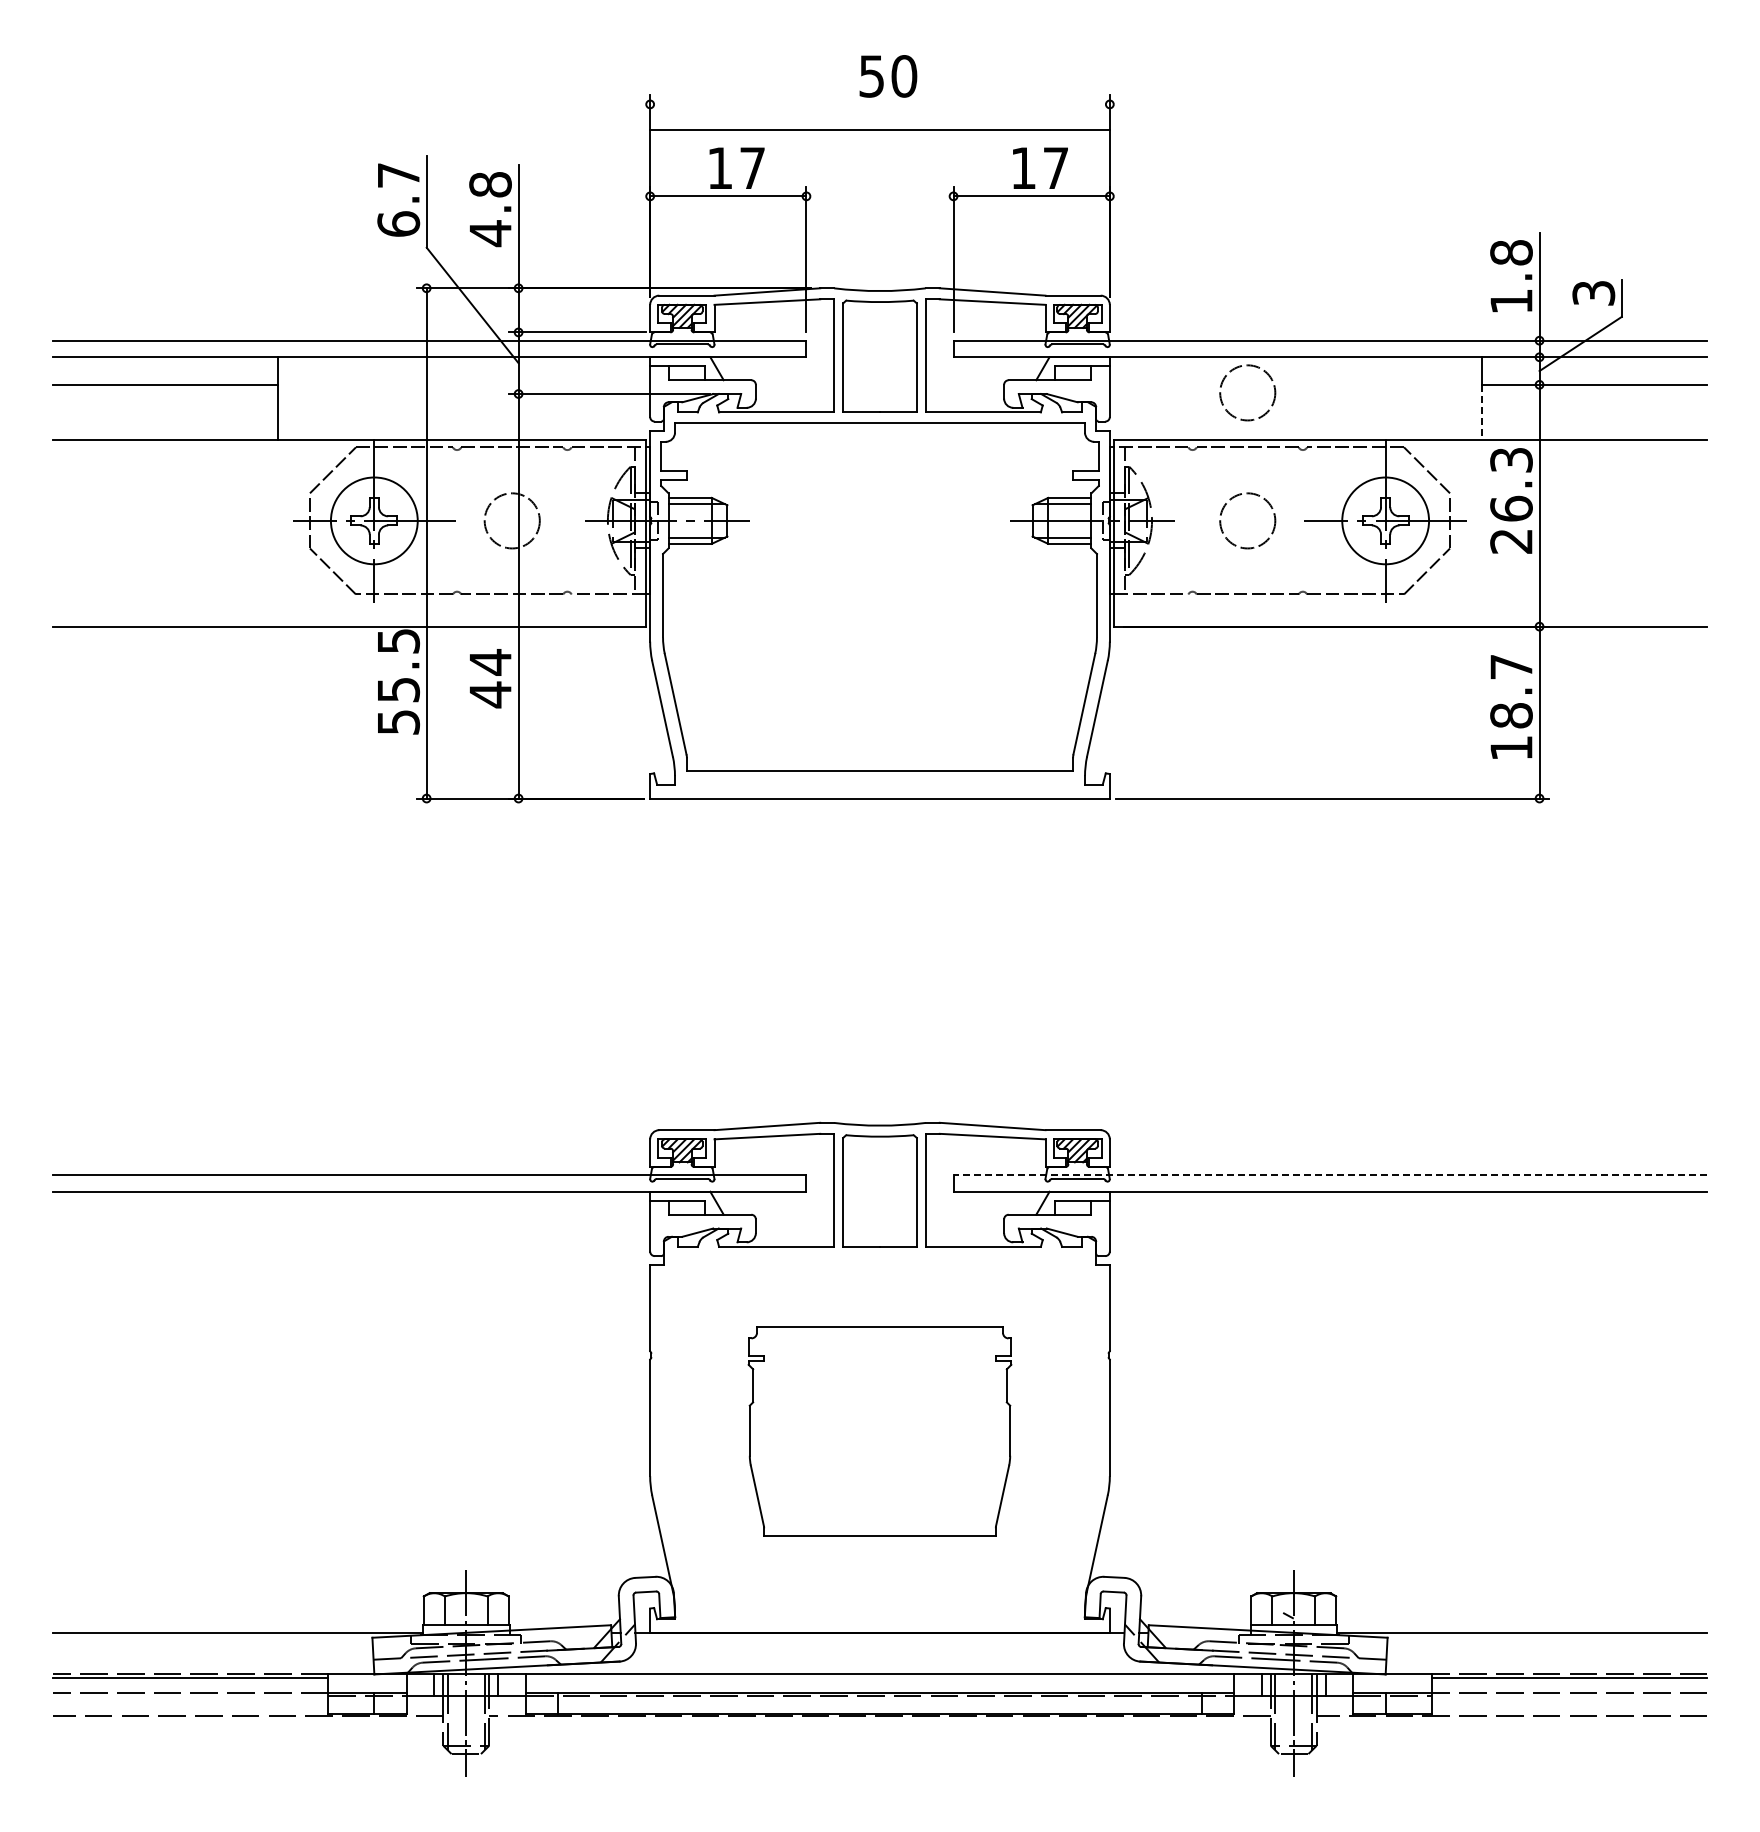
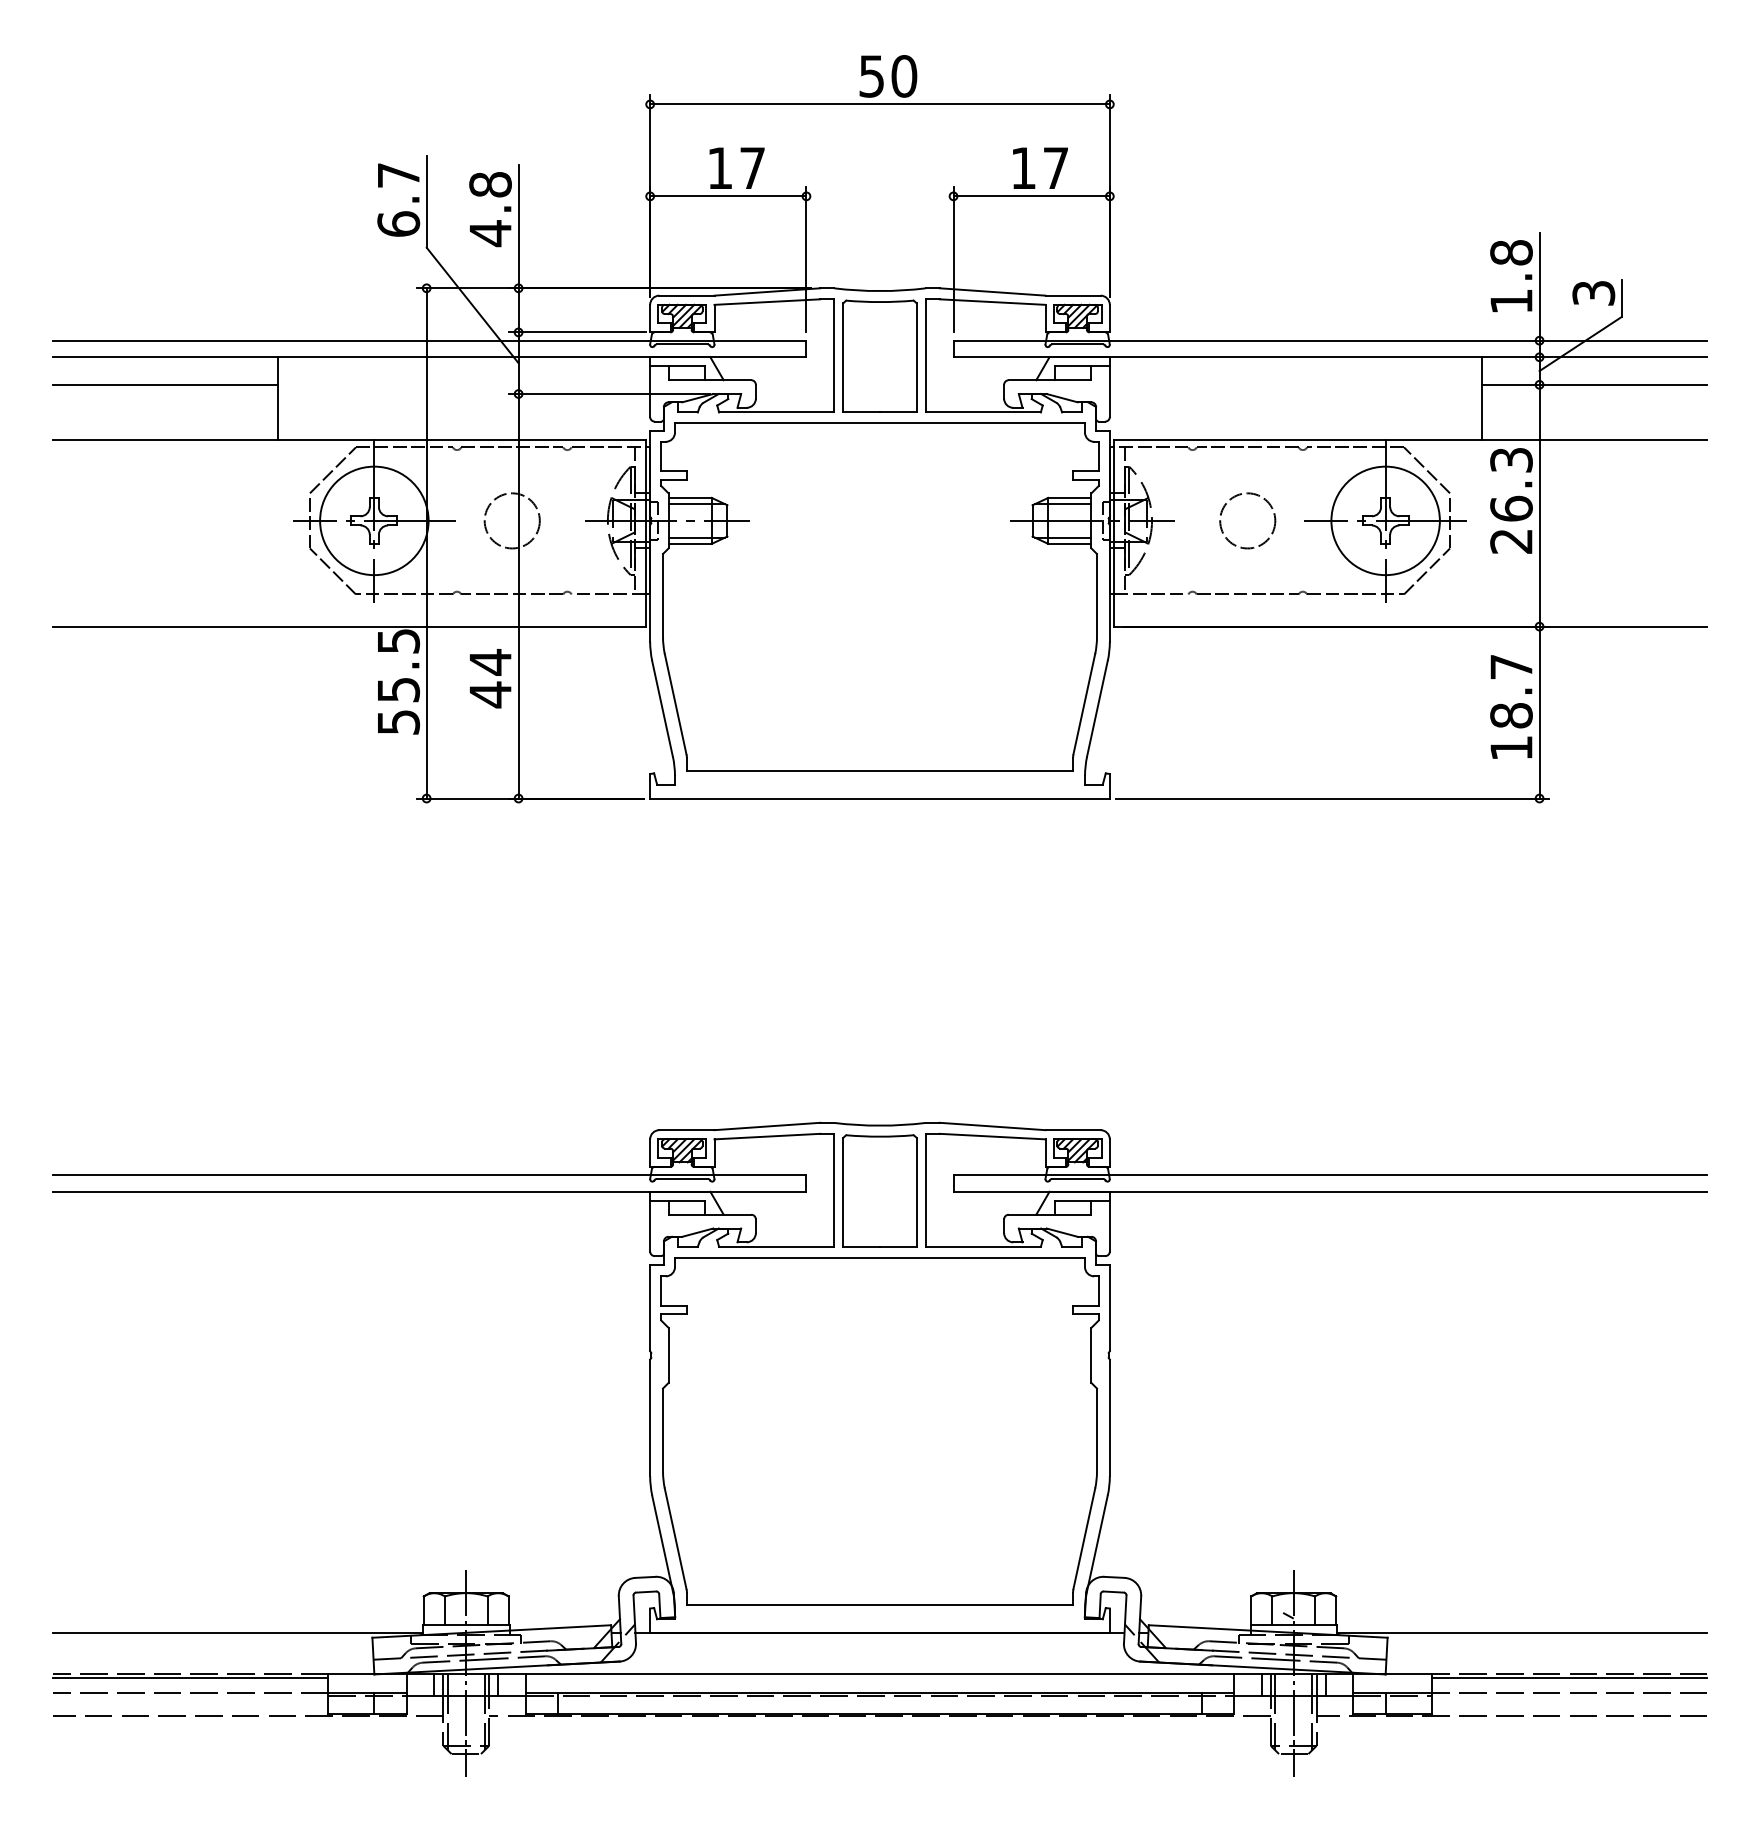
line at (879, 130) position: (879, 130) -> (879, 104)
circle at (1247, 392): present -> none
line at (1482, 412): dashed -> solid
circle at (373, 520) diameter: 87 px -> 108 px
circle at (1385, 520) diameter: 87 px -> 108 px
line at (1330, 1175): dashed -> solid
part at (879, 1431) size: 266x211 px -> 440x349 px
